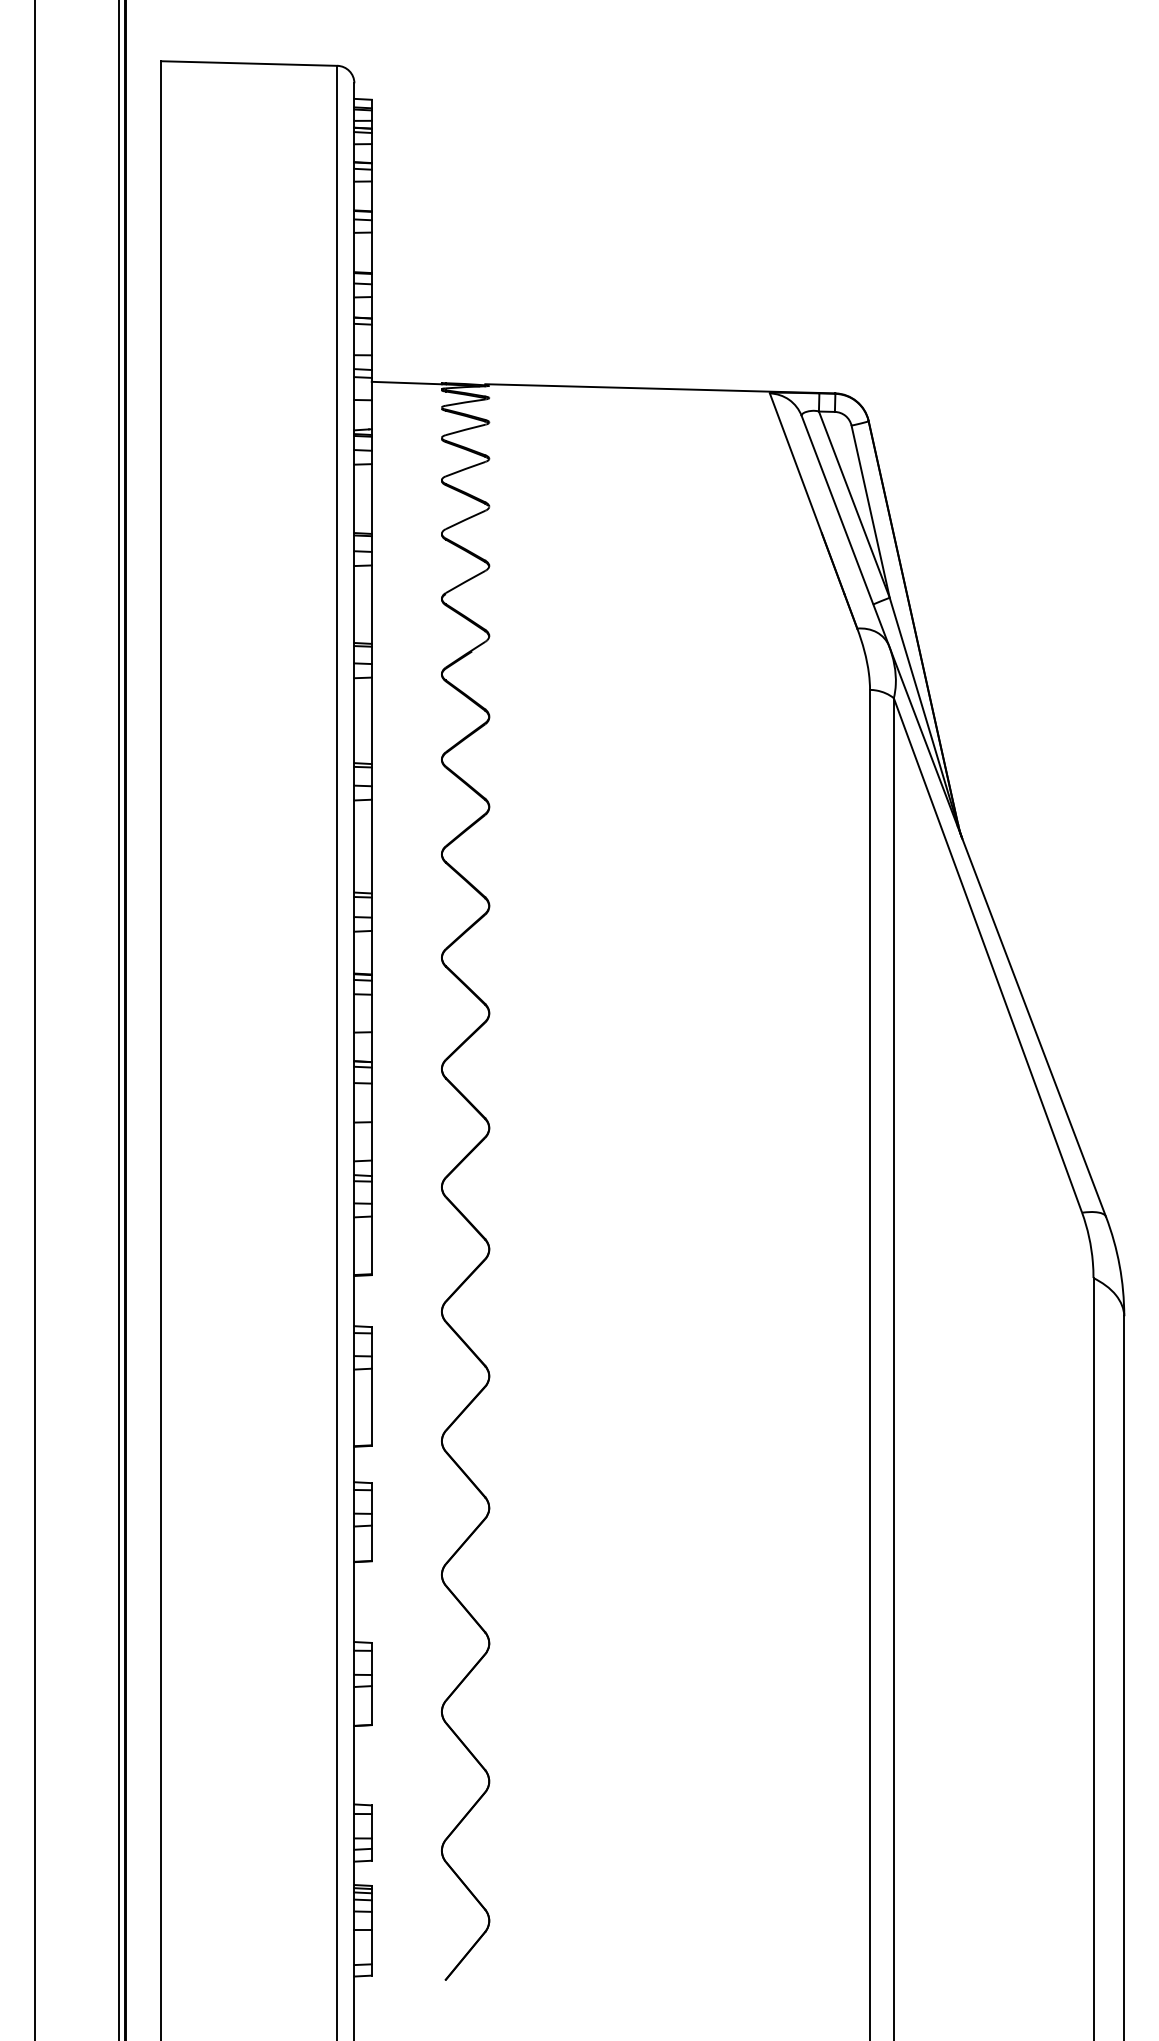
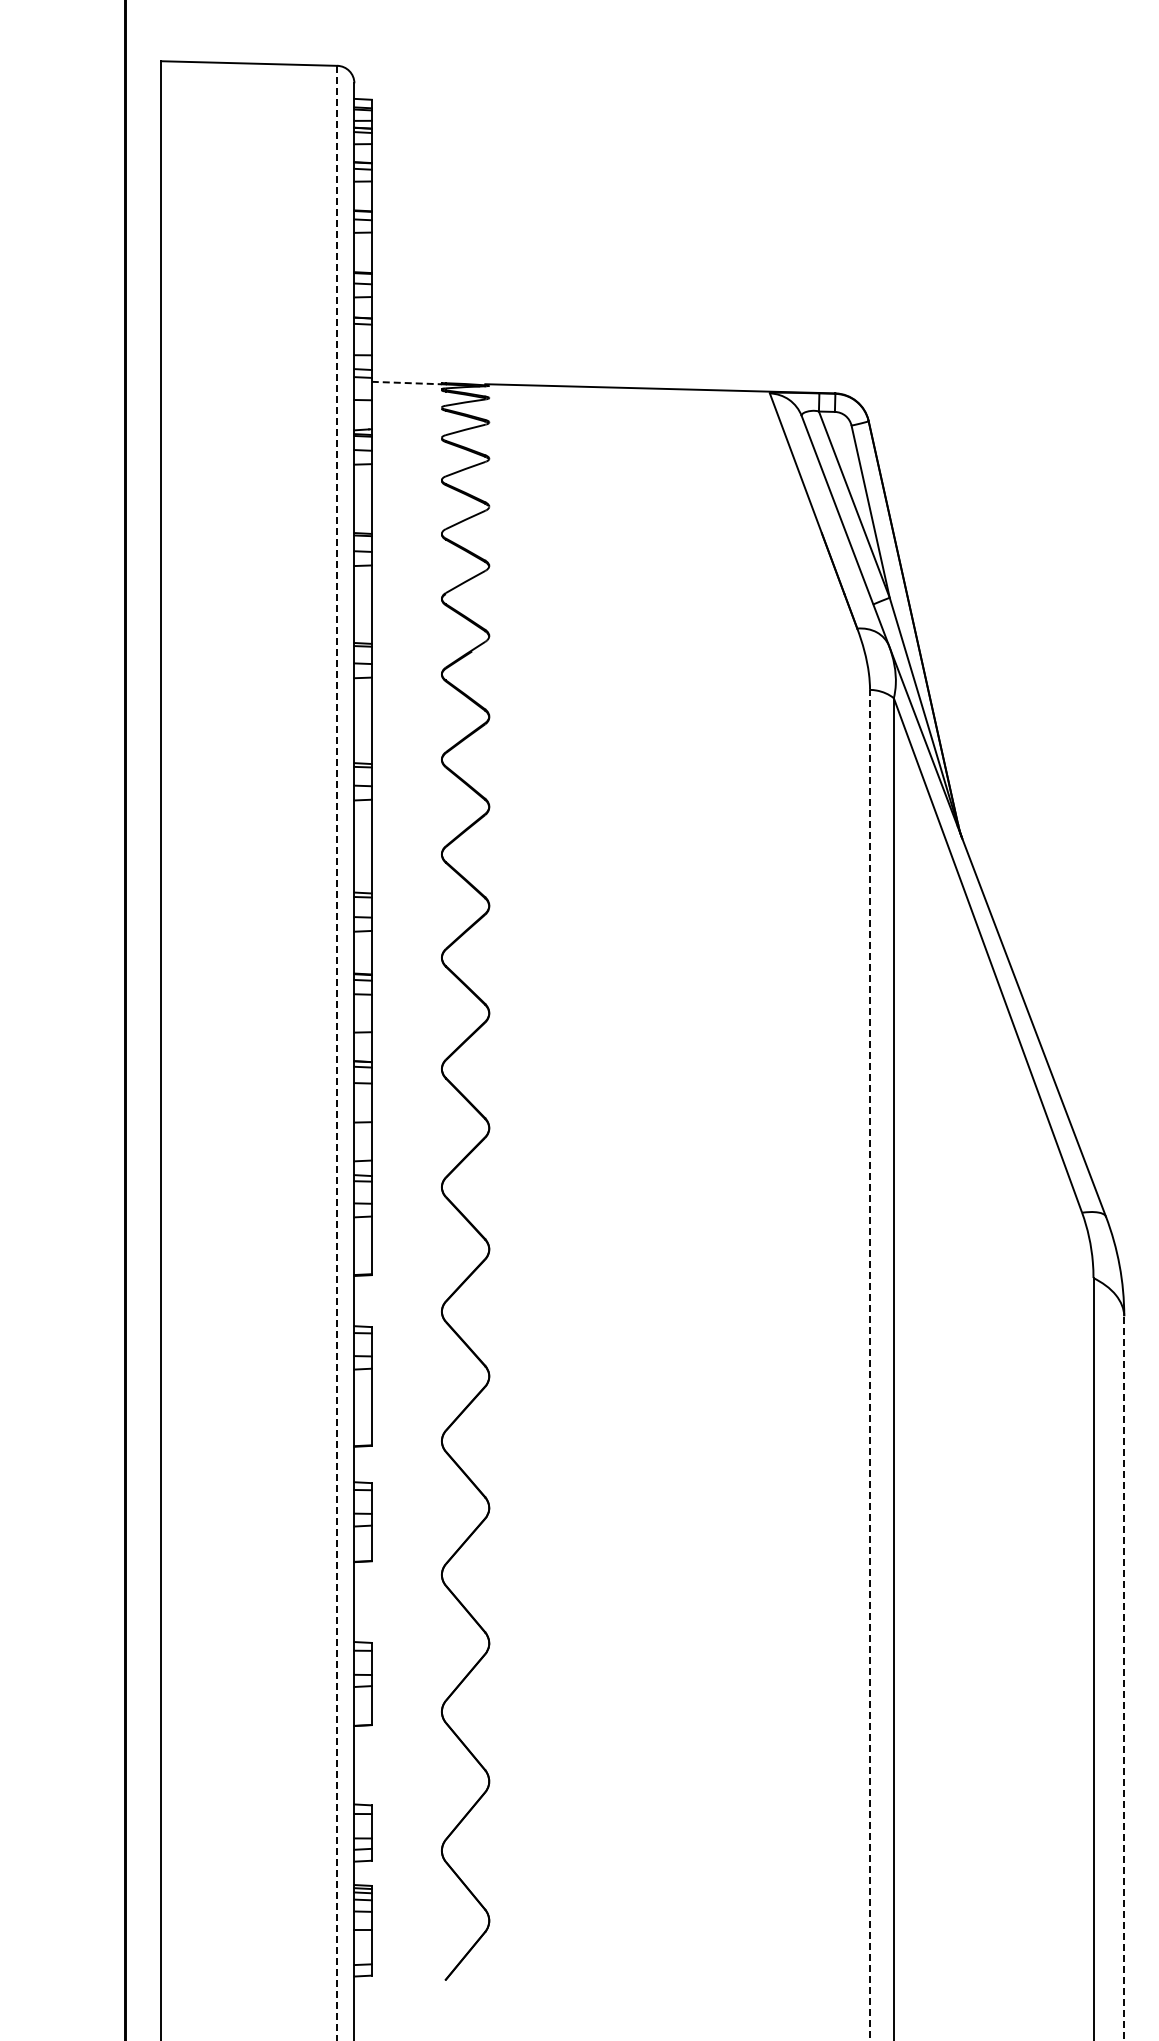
line at (407, 383): solid -> dashed
line at (34, 1019): present -> none
line at (118, 1019): present -> none
line at (337, 1053): solid -> dashed
line at (870, 1364): solid -> dashed
line at (1124, 1678): solid -> dashed
